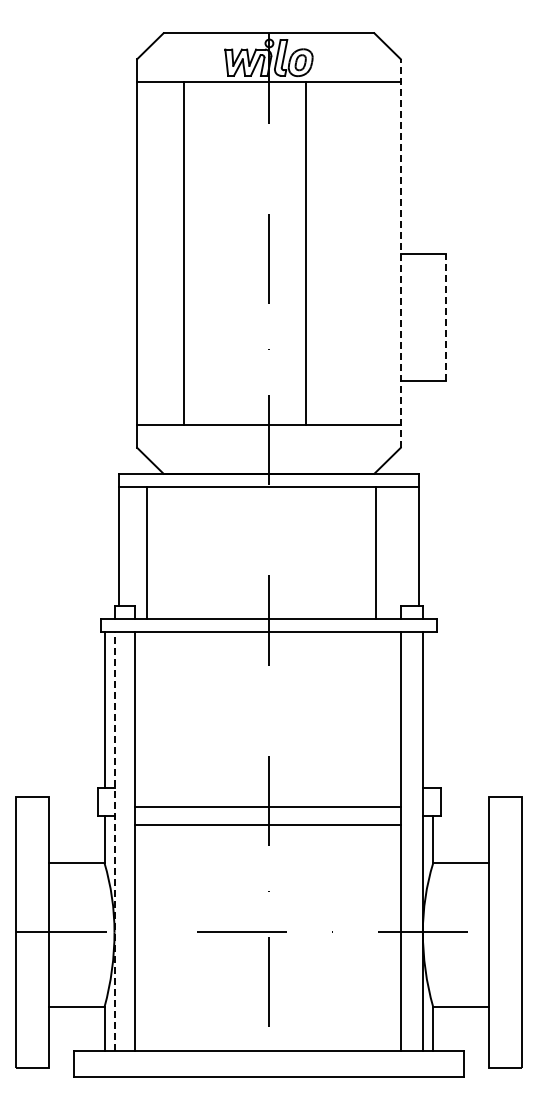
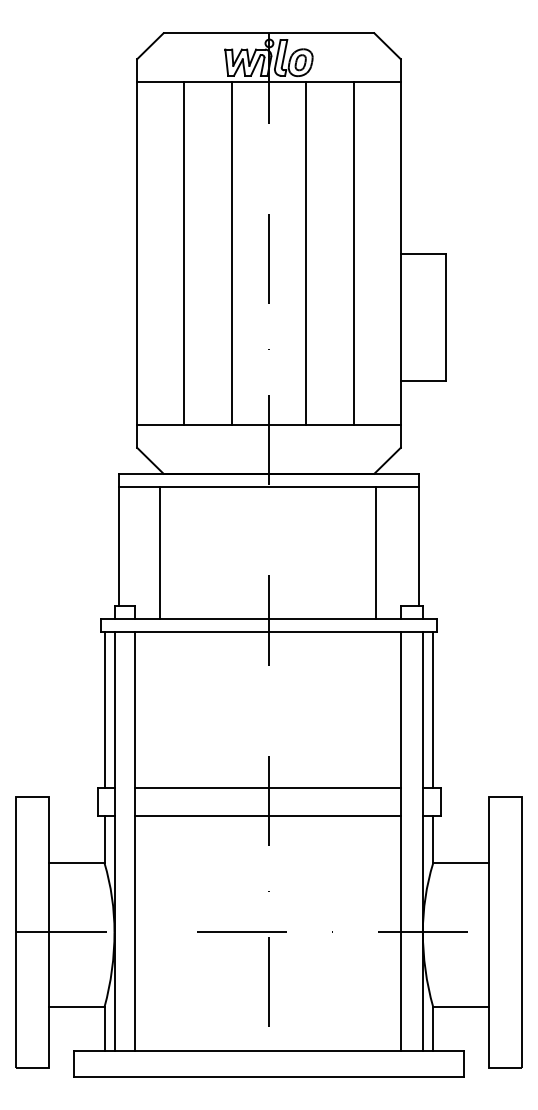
line at (231, 253): none -> present
line at (354, 253): none -> present
line at (400, 253): dashed -> solid
line at (445, 317): dashed -> solid
line at (146, 552) position: (146, 552) -> (159, 552)
line at (433, 709): none -> present
line at (268, 806) position: (268, 806) -> (268, 787)
line at (268, 825) position: (268, 825) -> (268, 816)
line at (114, 840): dashed -> solid
